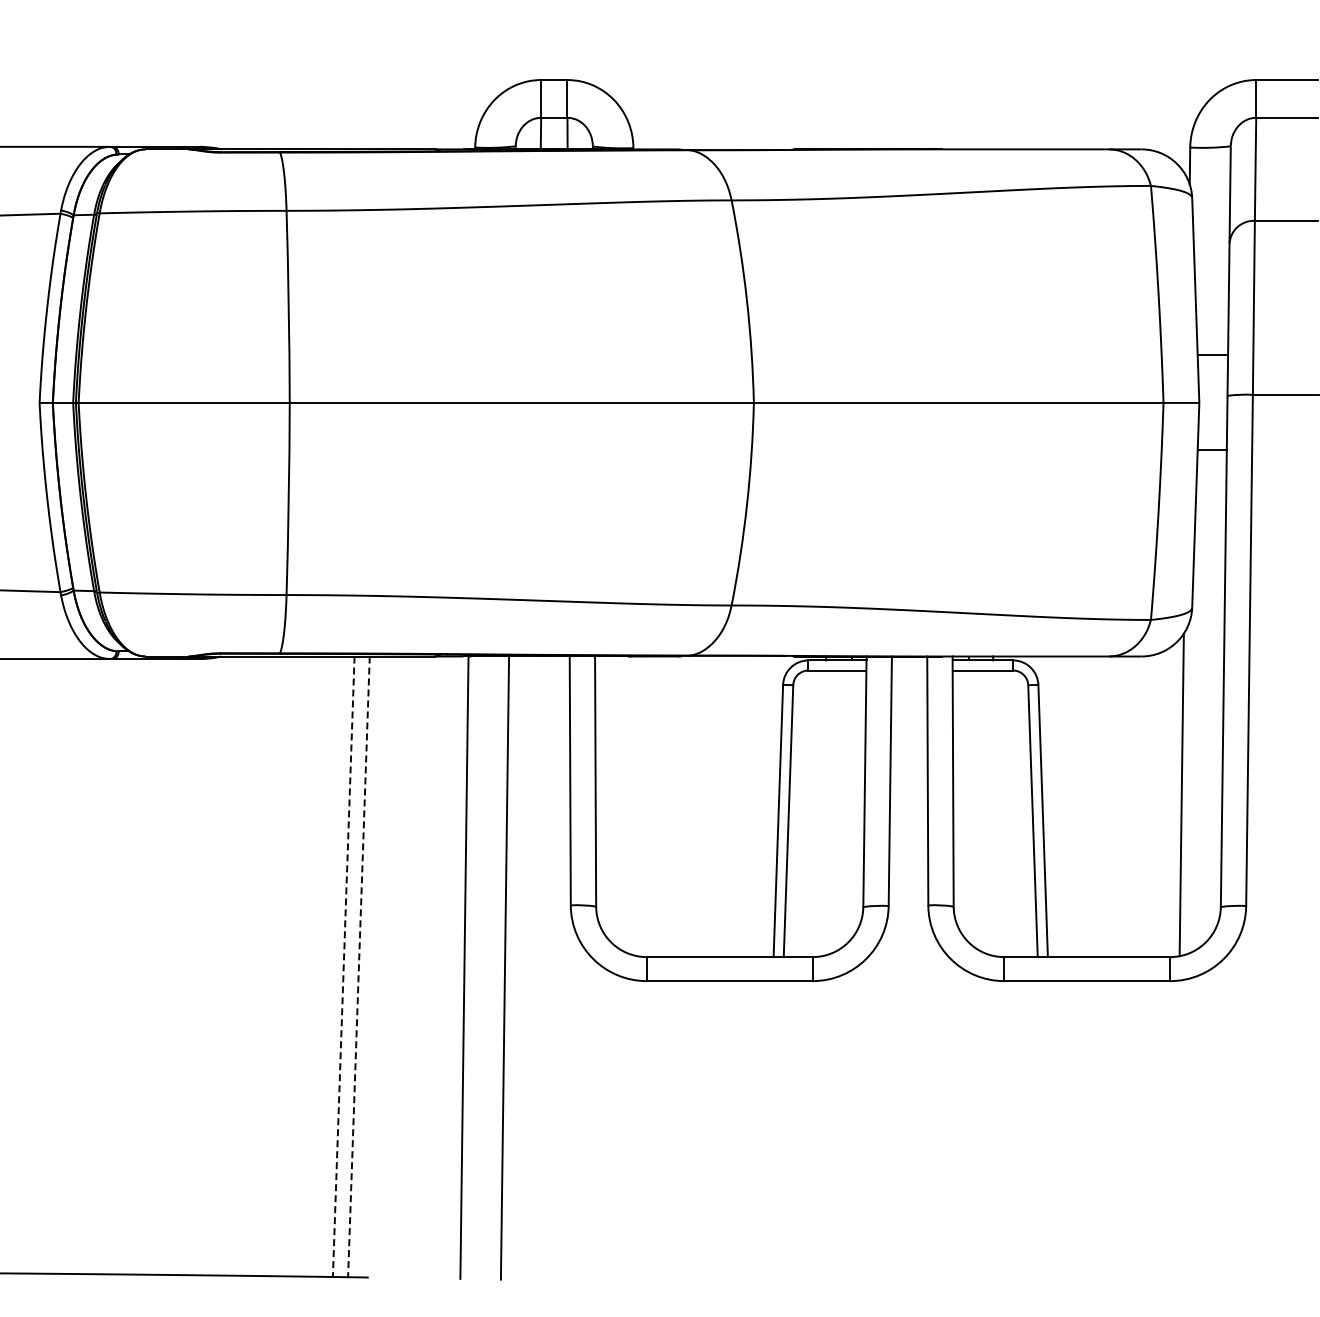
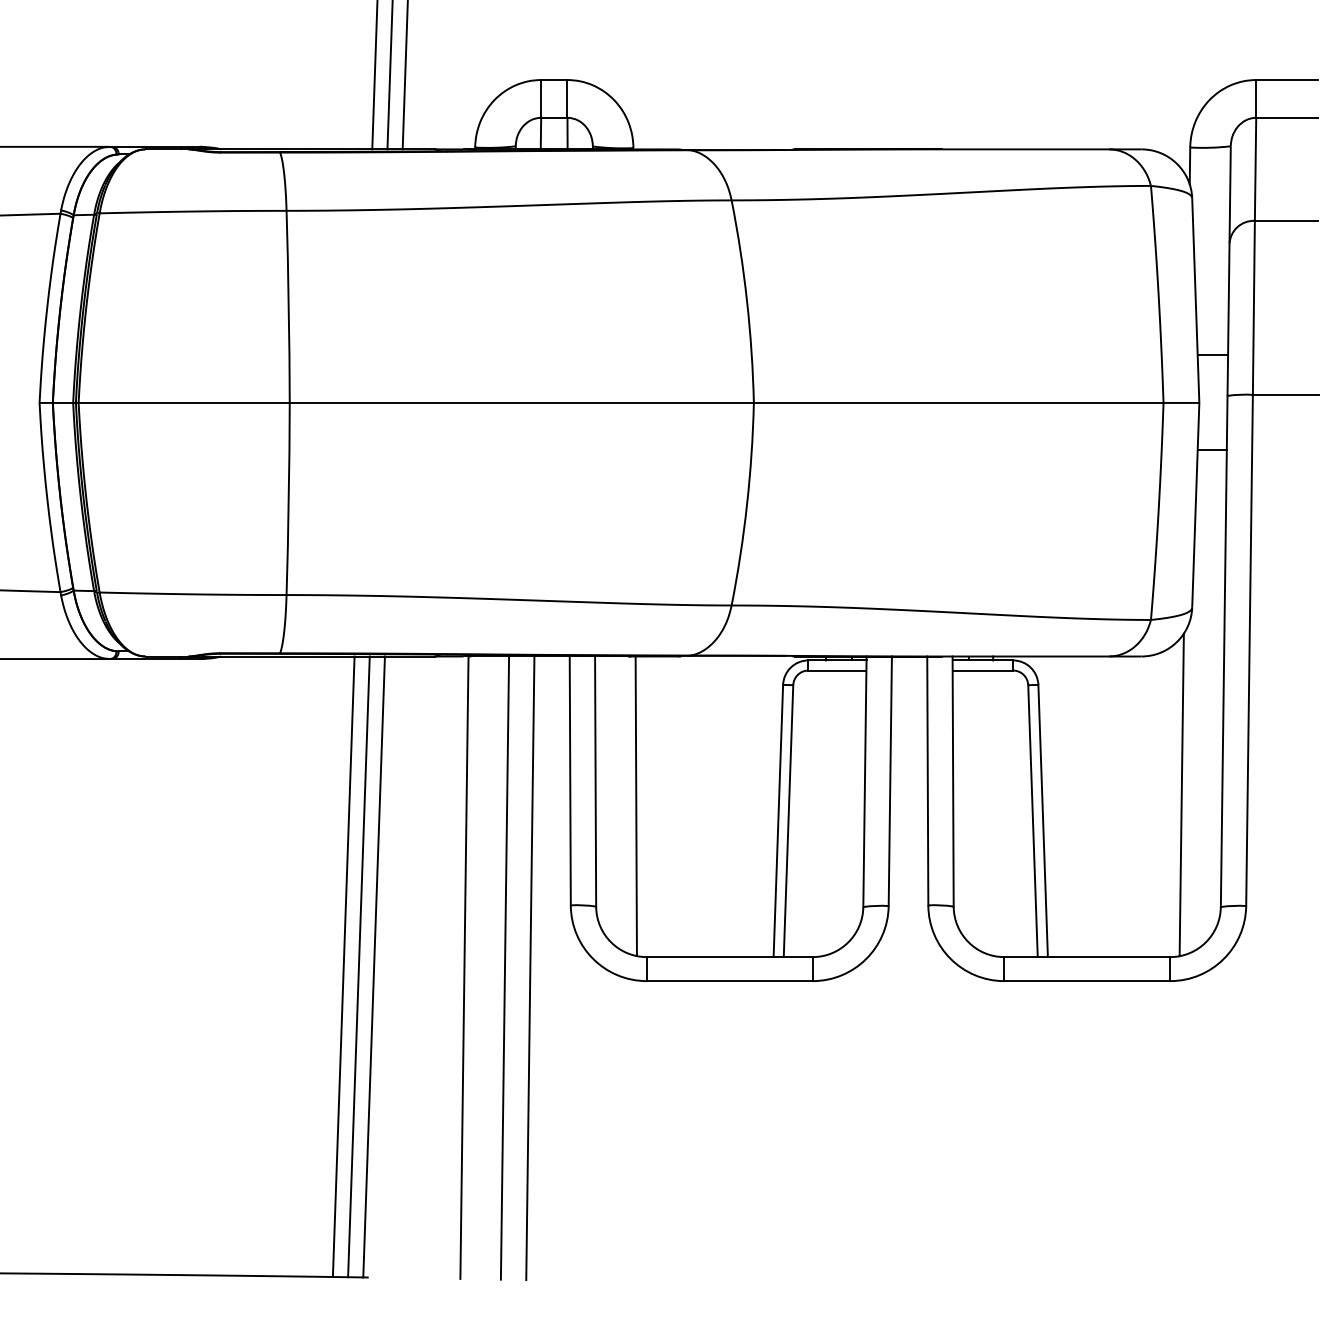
line at (374, 75): none -> present
line at (389, 75): none -> present
line at (404, 75): none -> present
line at (635, 806): none -> present
line at (358, 966): dashed -> solid
line at (373, 966): none -> present
line at (343, 967): dashed -> solid
line at (530, 968): none -> present
